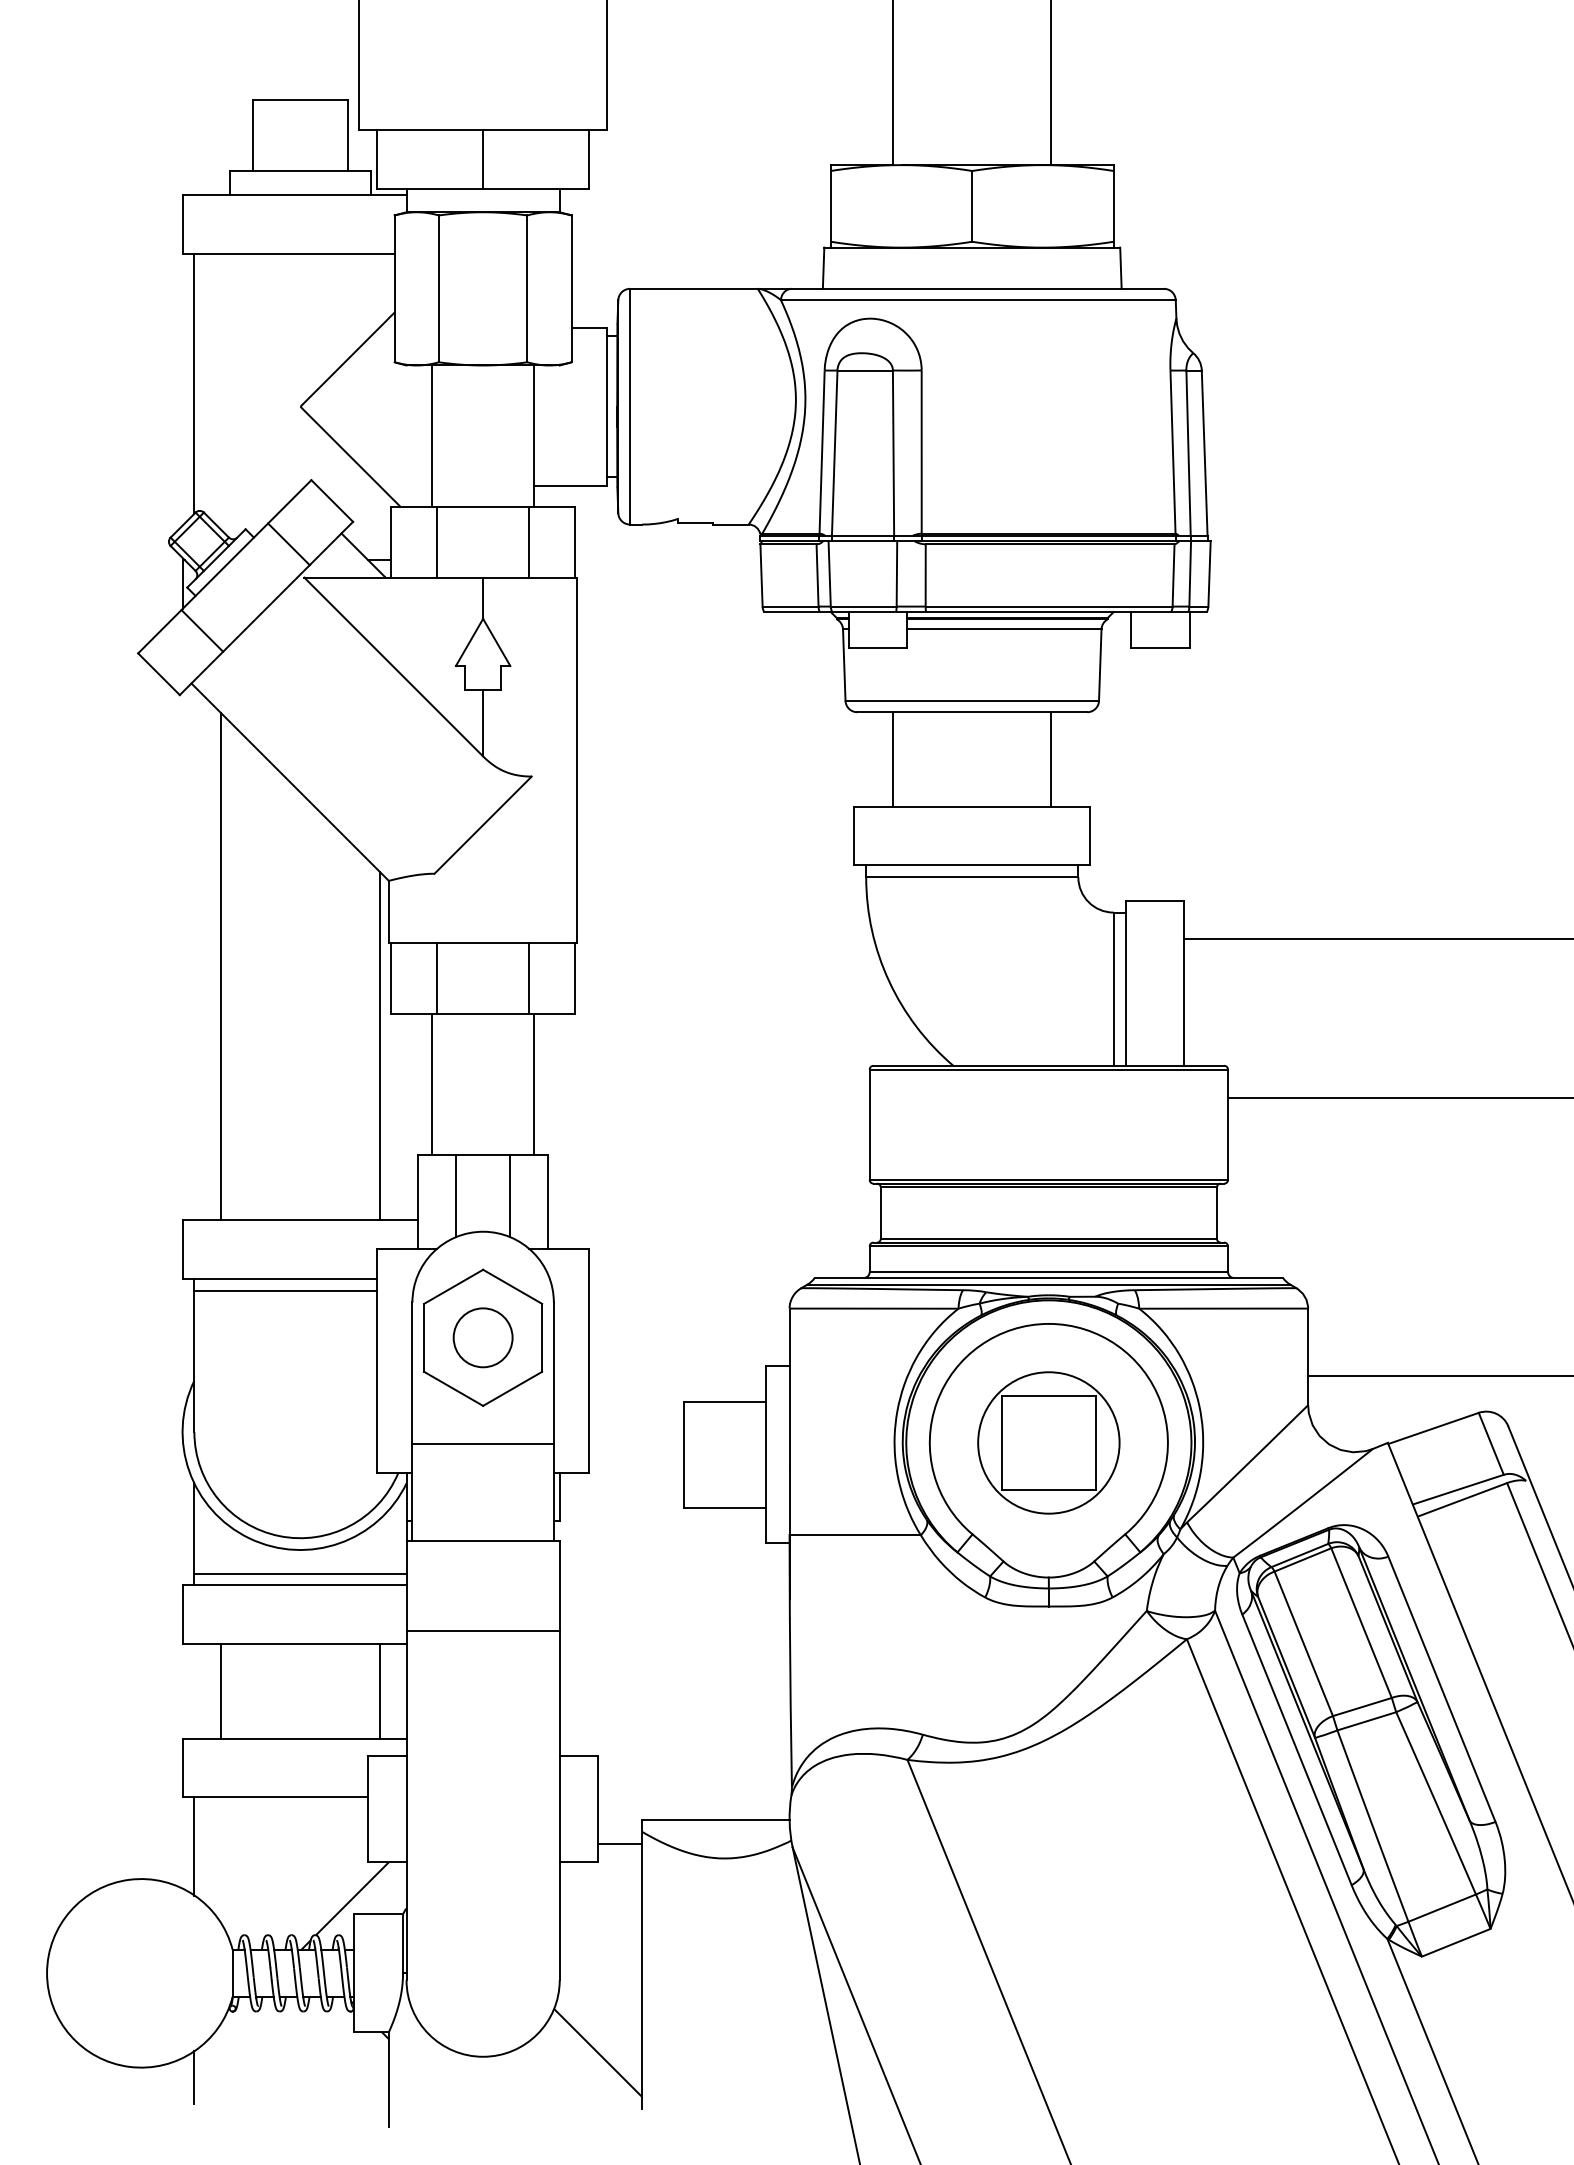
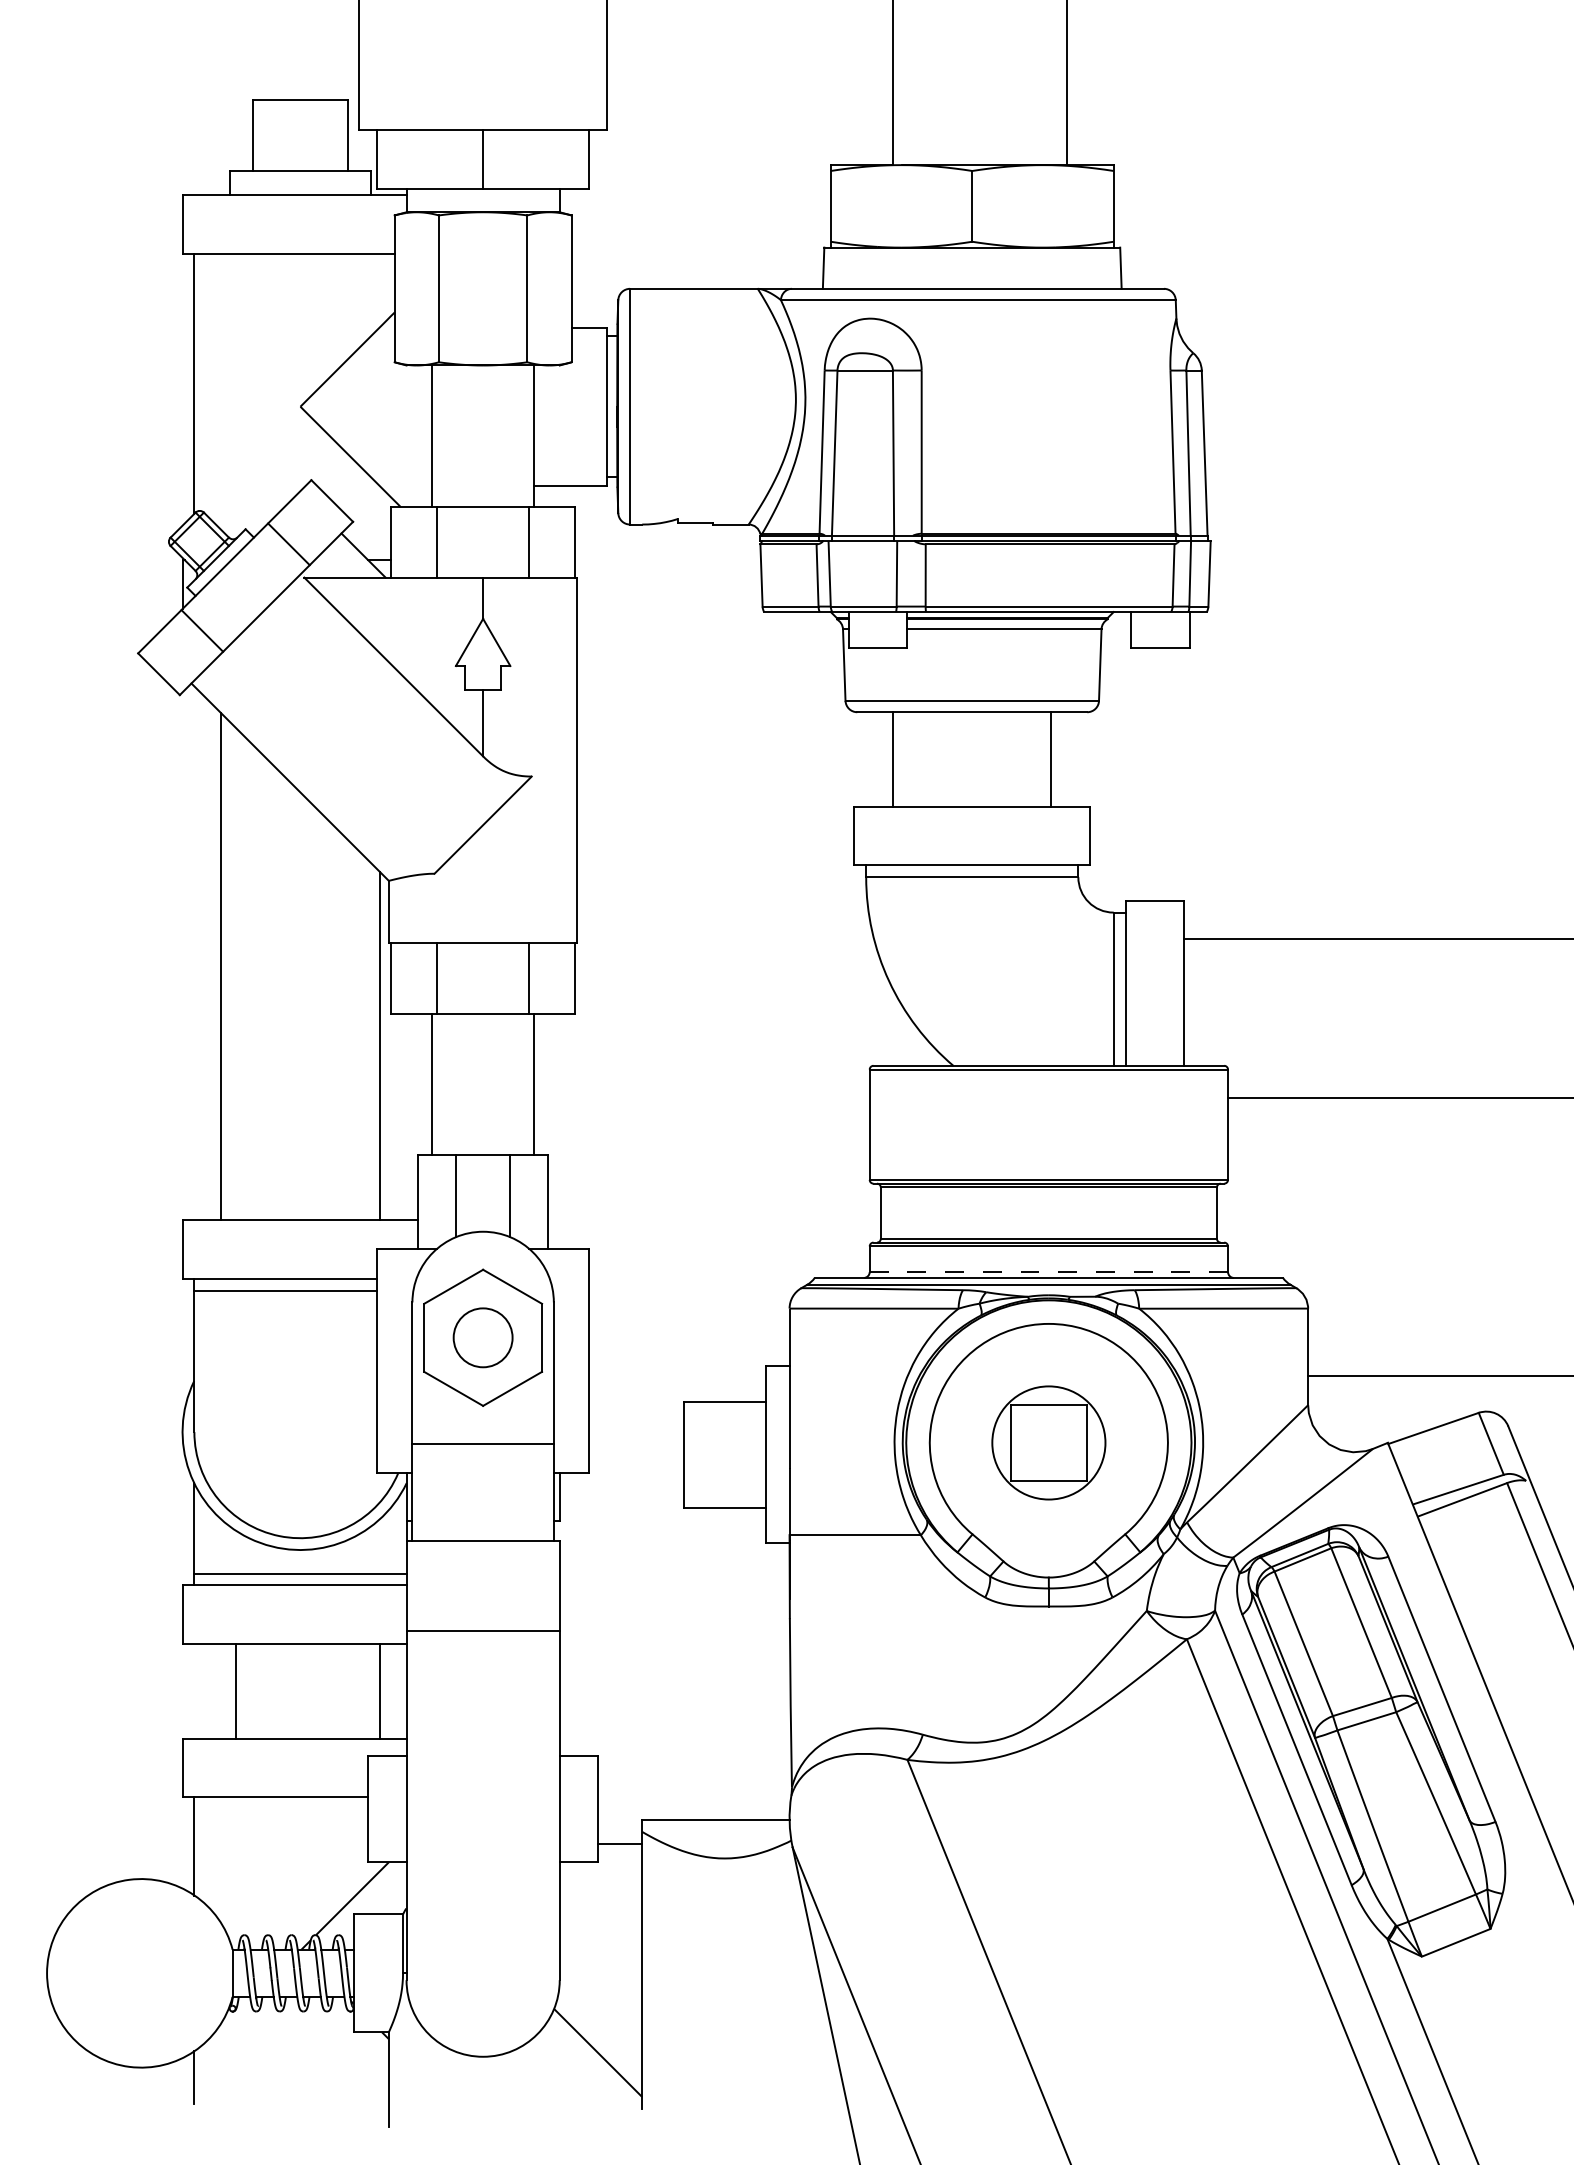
line at (1051, 83) position: (1051, 83) -> (1067, 83)
line at (1049, 1272): solid -> dashed
part at (1048, 1442) size: 144x144 px -> 116x116 px
line at (221, 1691) position: (221, 1691) -> (236, 1691)
